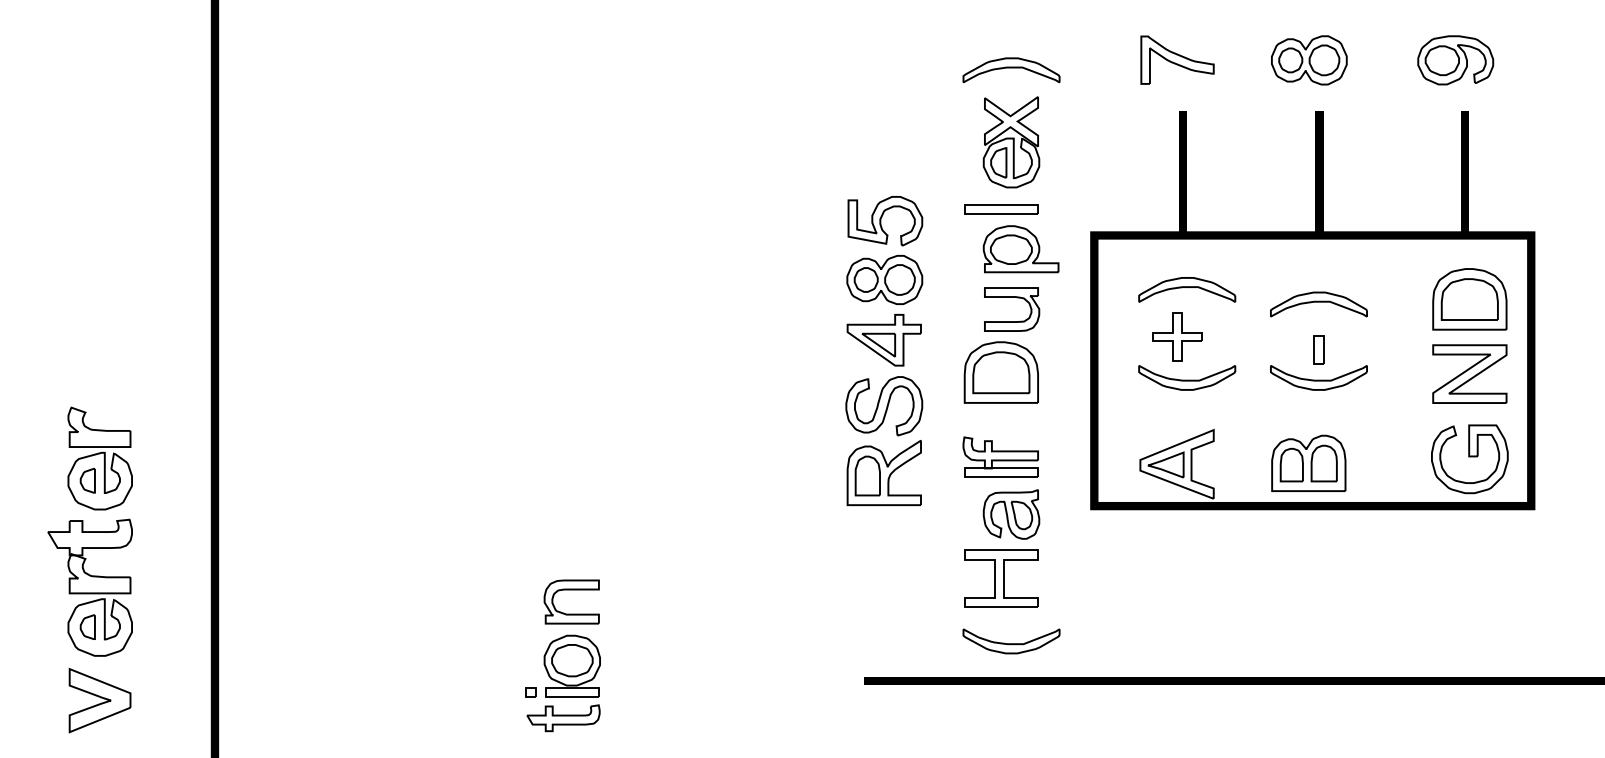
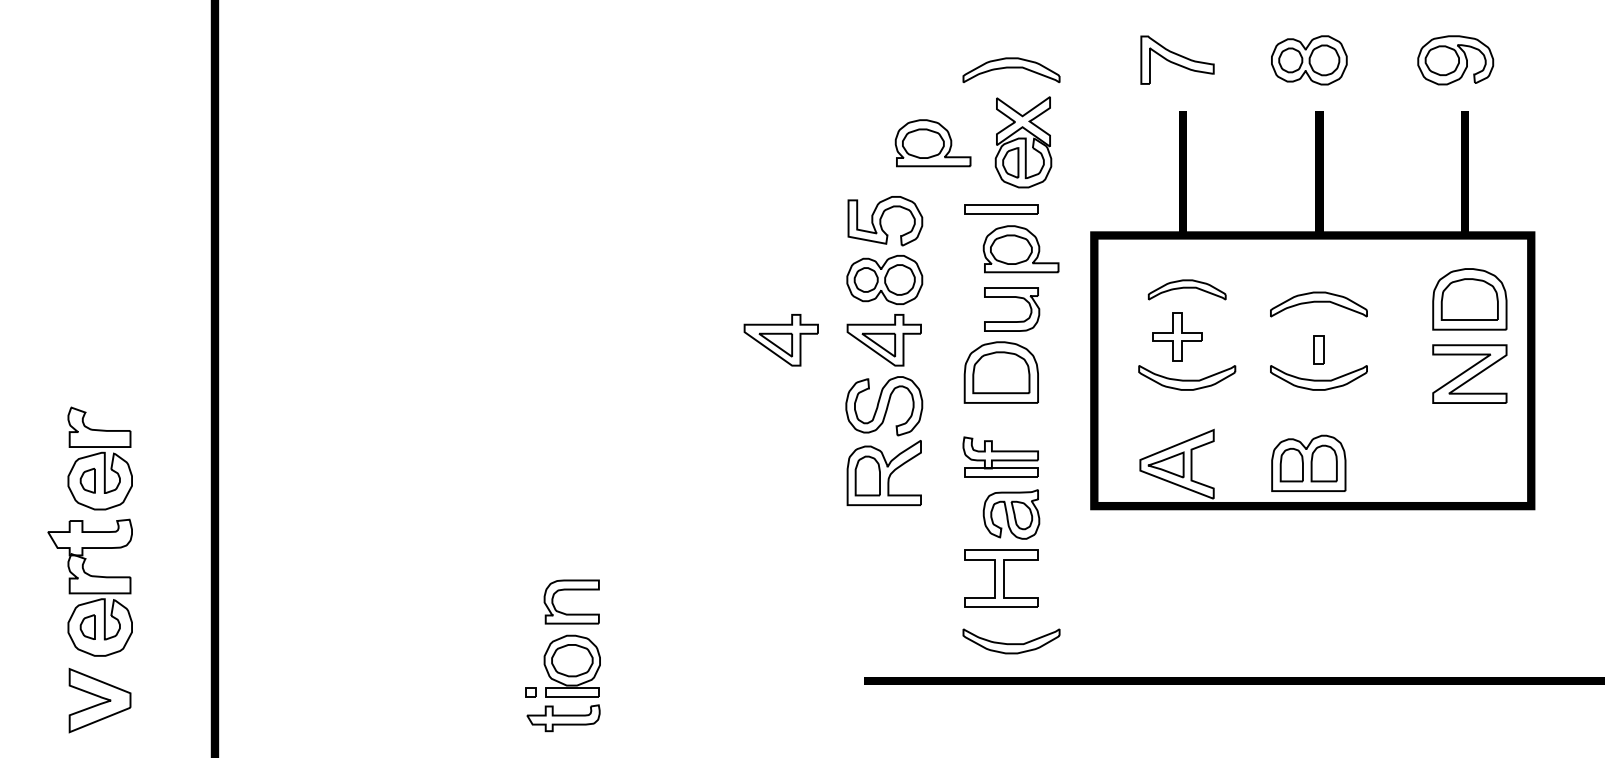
part at (1011, 142) position: (1011, 142) -> (1023, 142)
part at (932, 143): none -> present
part at (1187, 289) size: 99x26 px -> 80x22 px
part at (780, 340): none -> present
part at (1469, 459): present -> none
